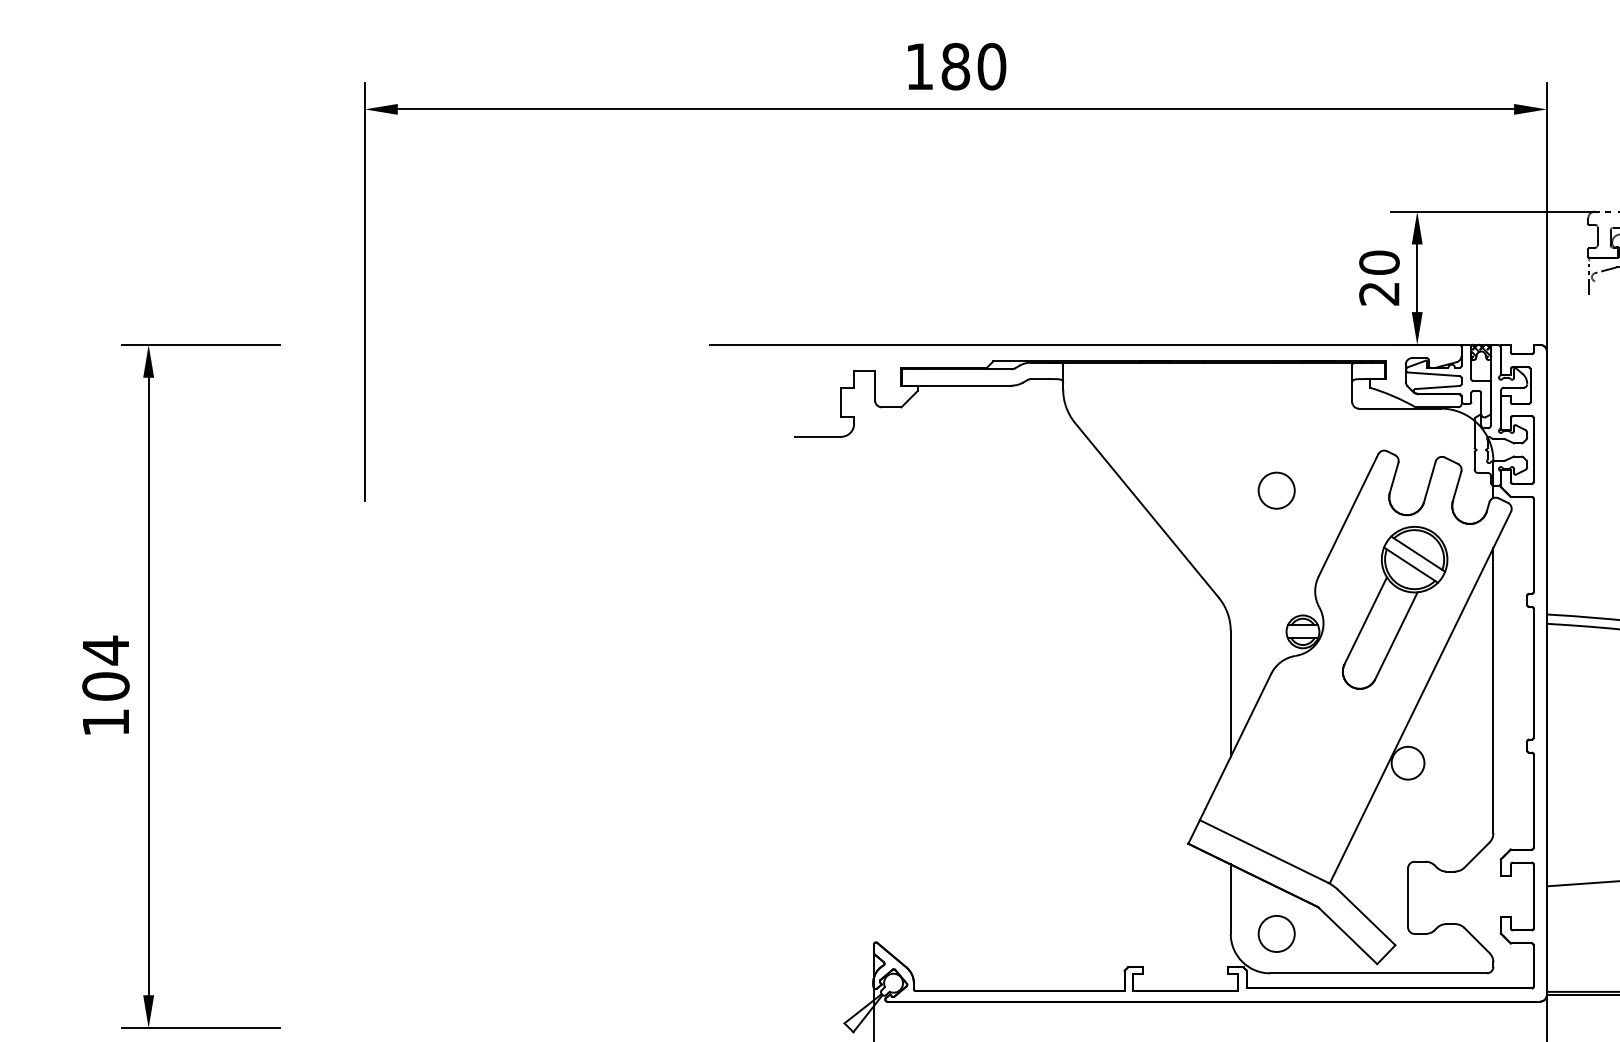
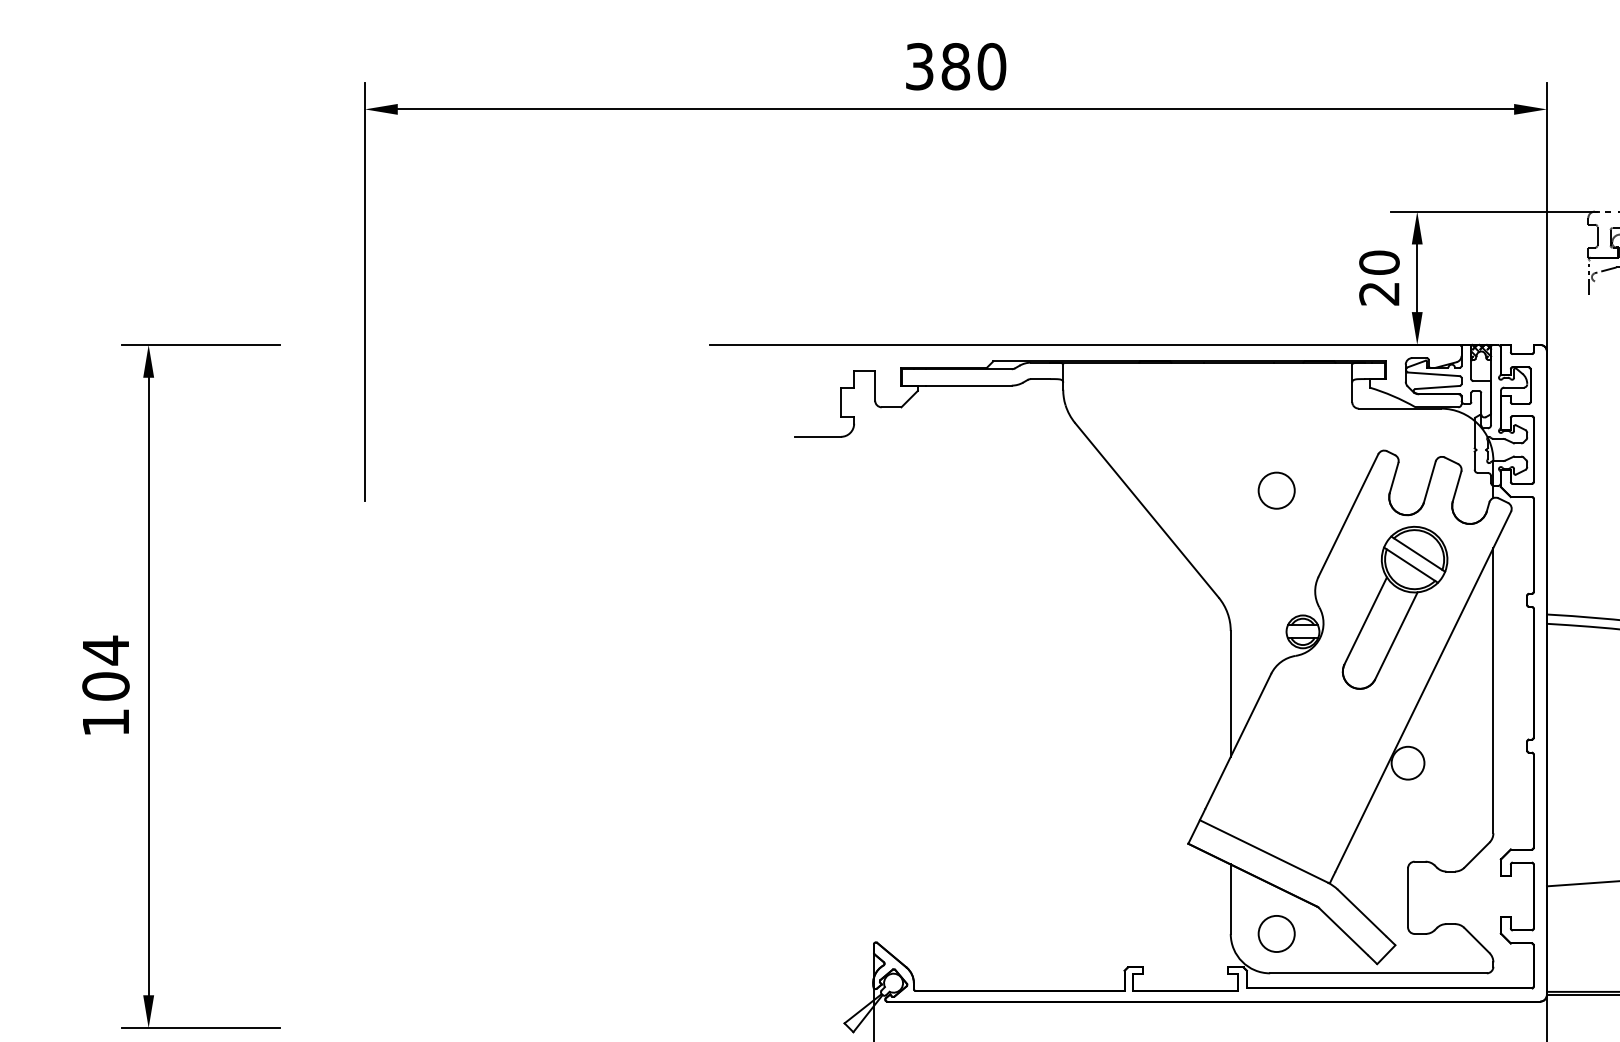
text at (919, 66): 180 -> 380
